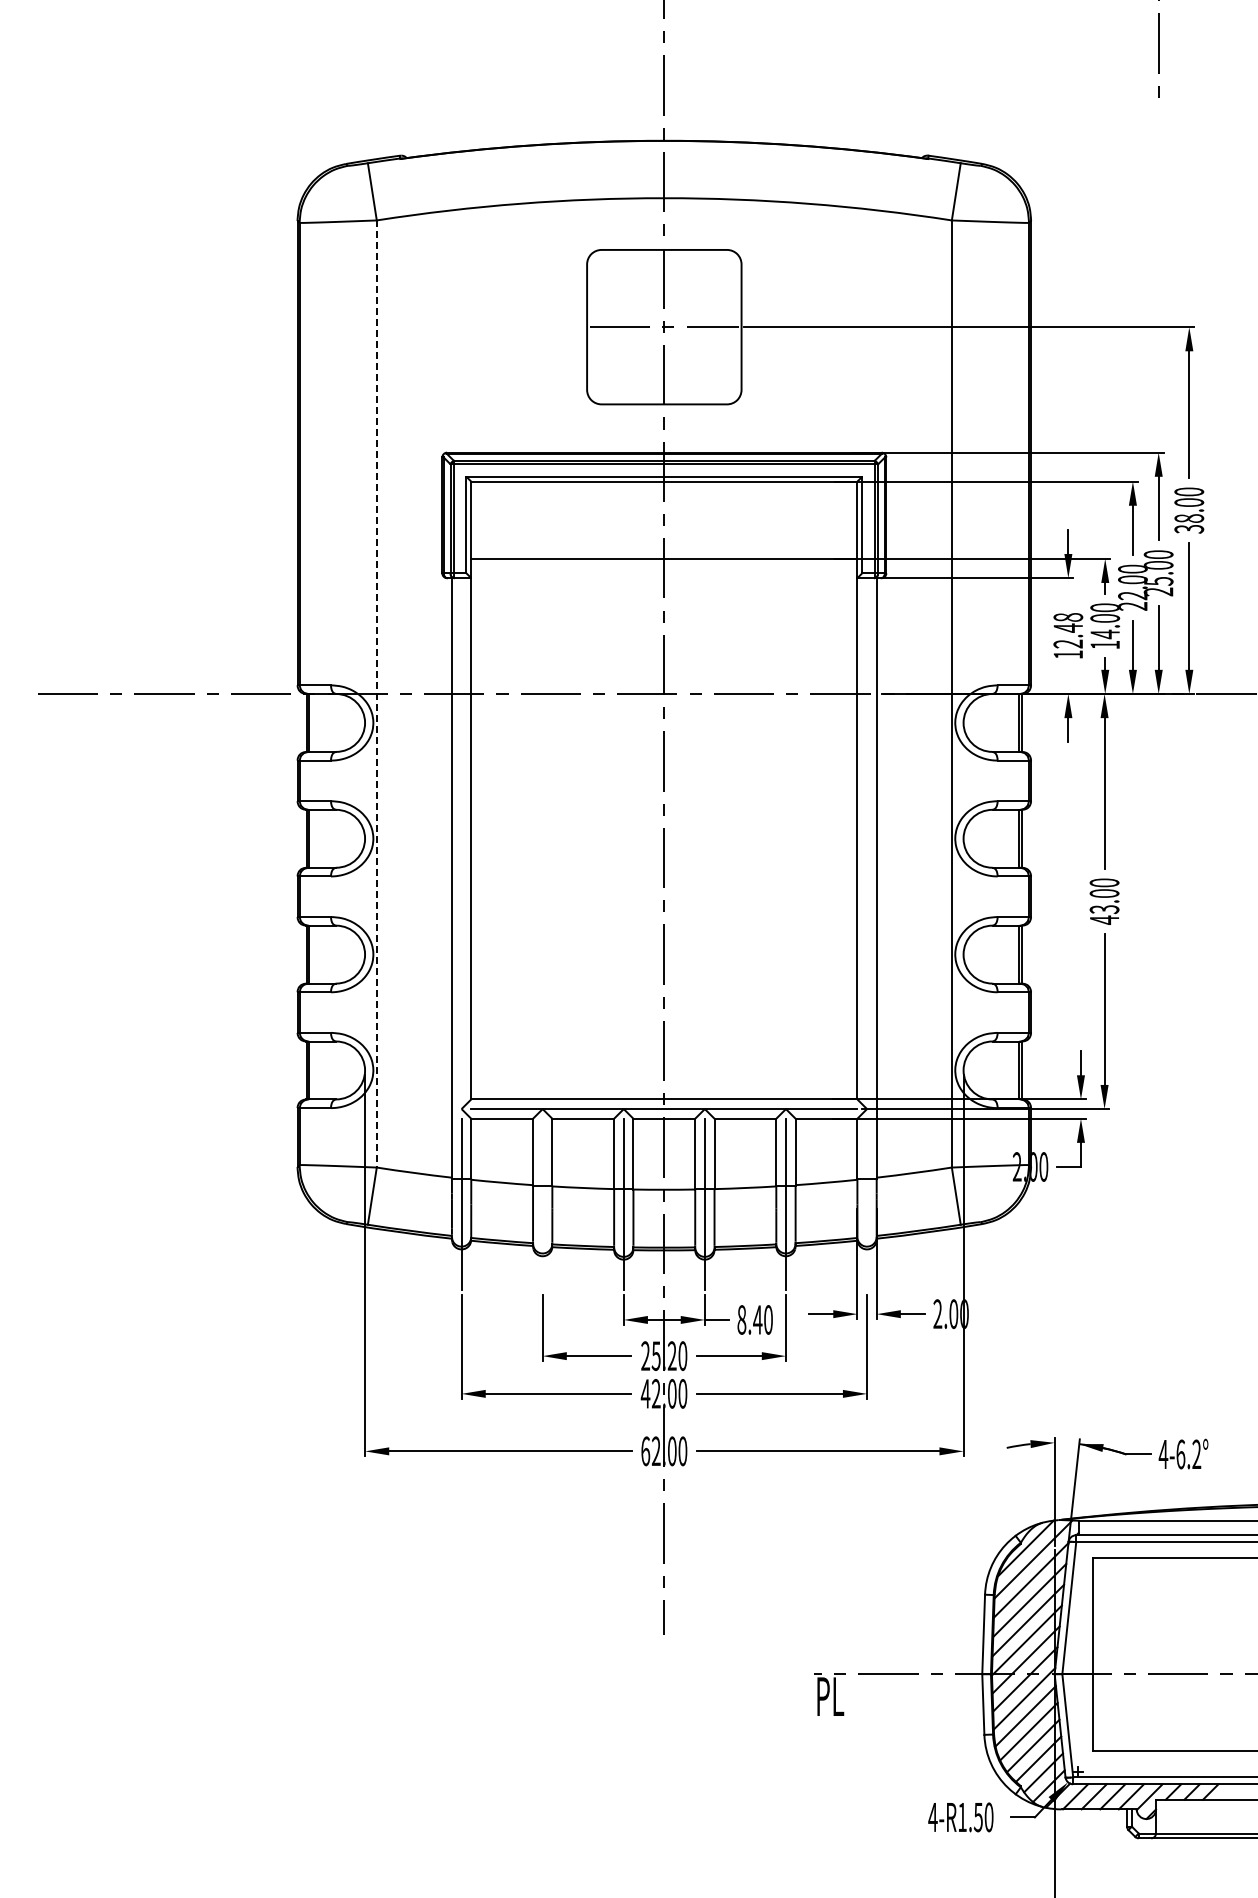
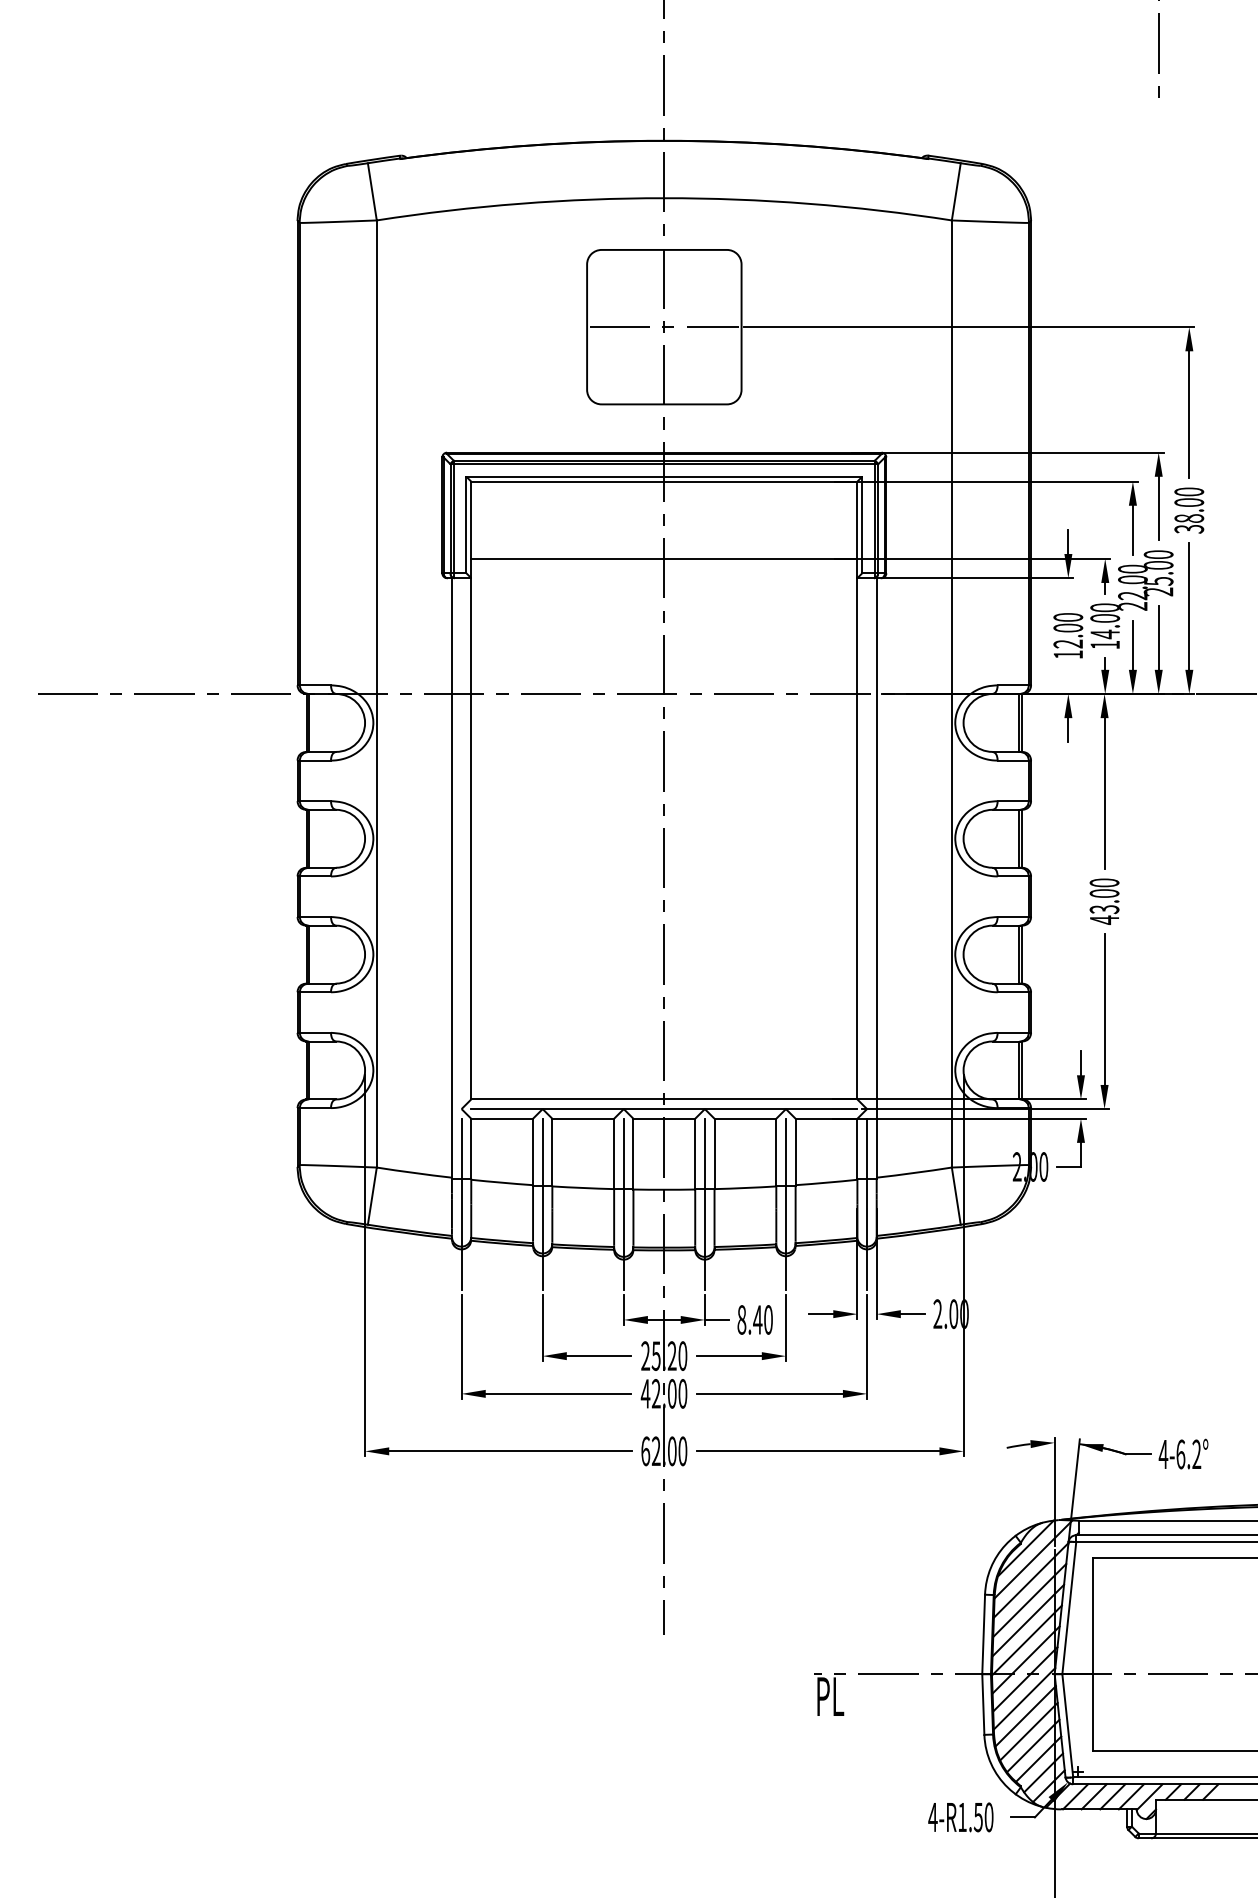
text at (1068, 622): 12.48 -> 12.00
line at (376, 694): dashed -> solid
line at (542, 1204): none -> present
line at (867, 1204): none -> present
